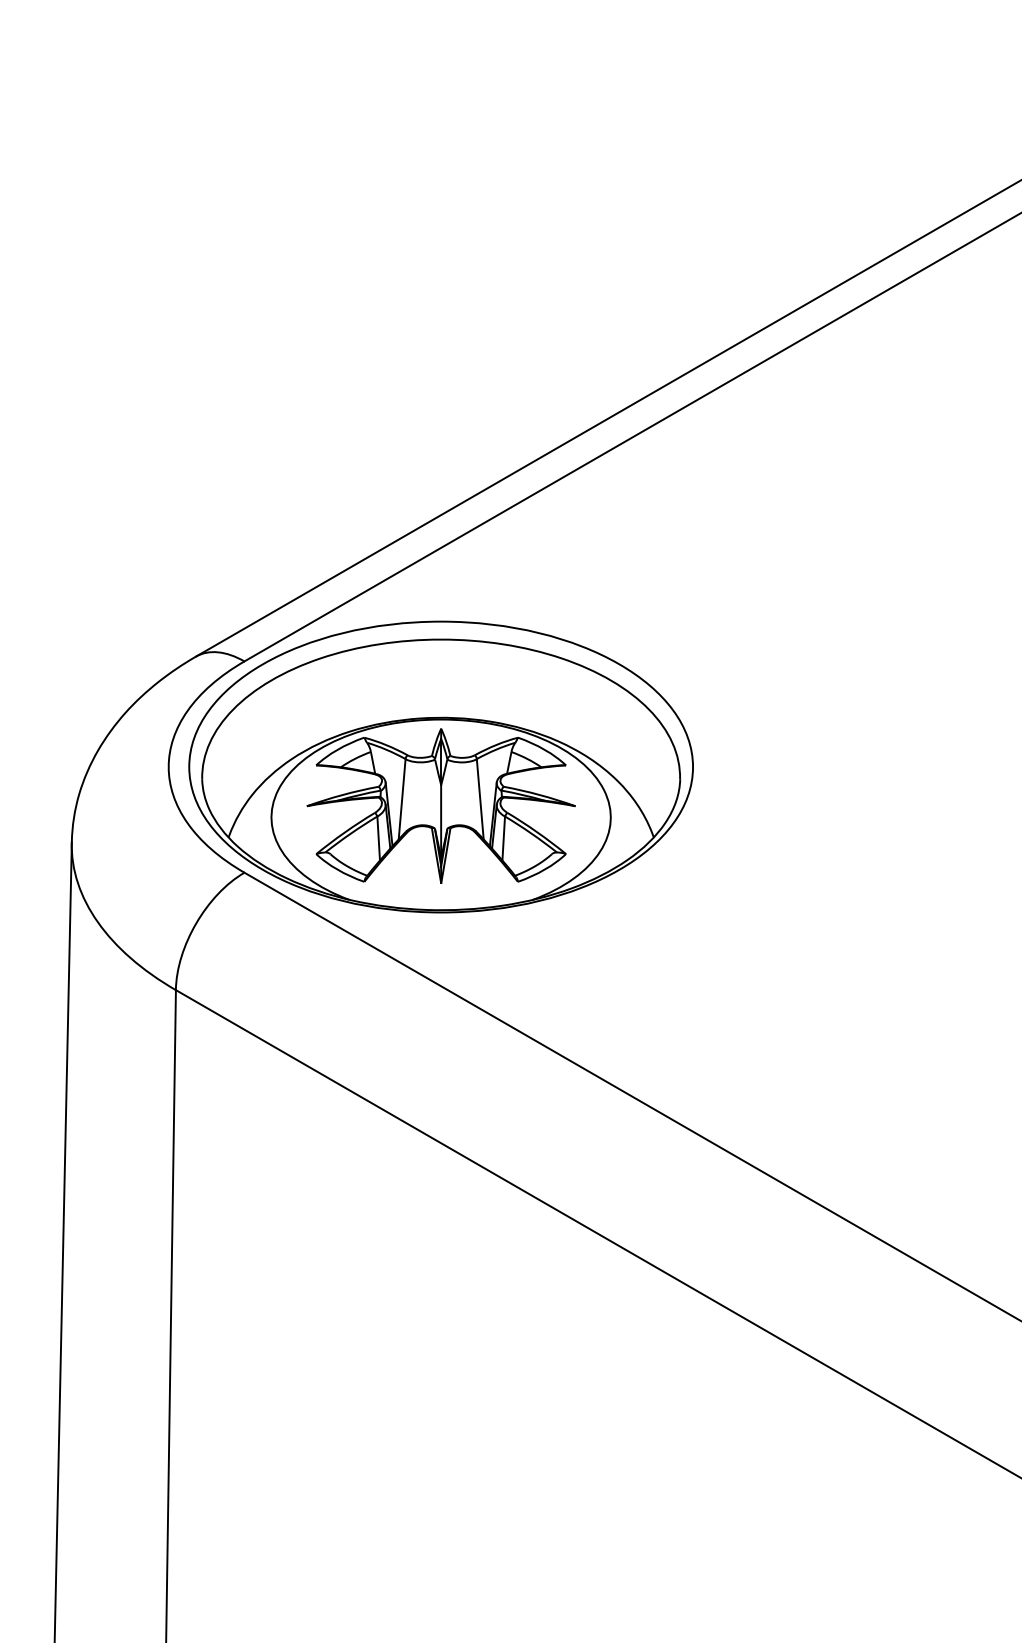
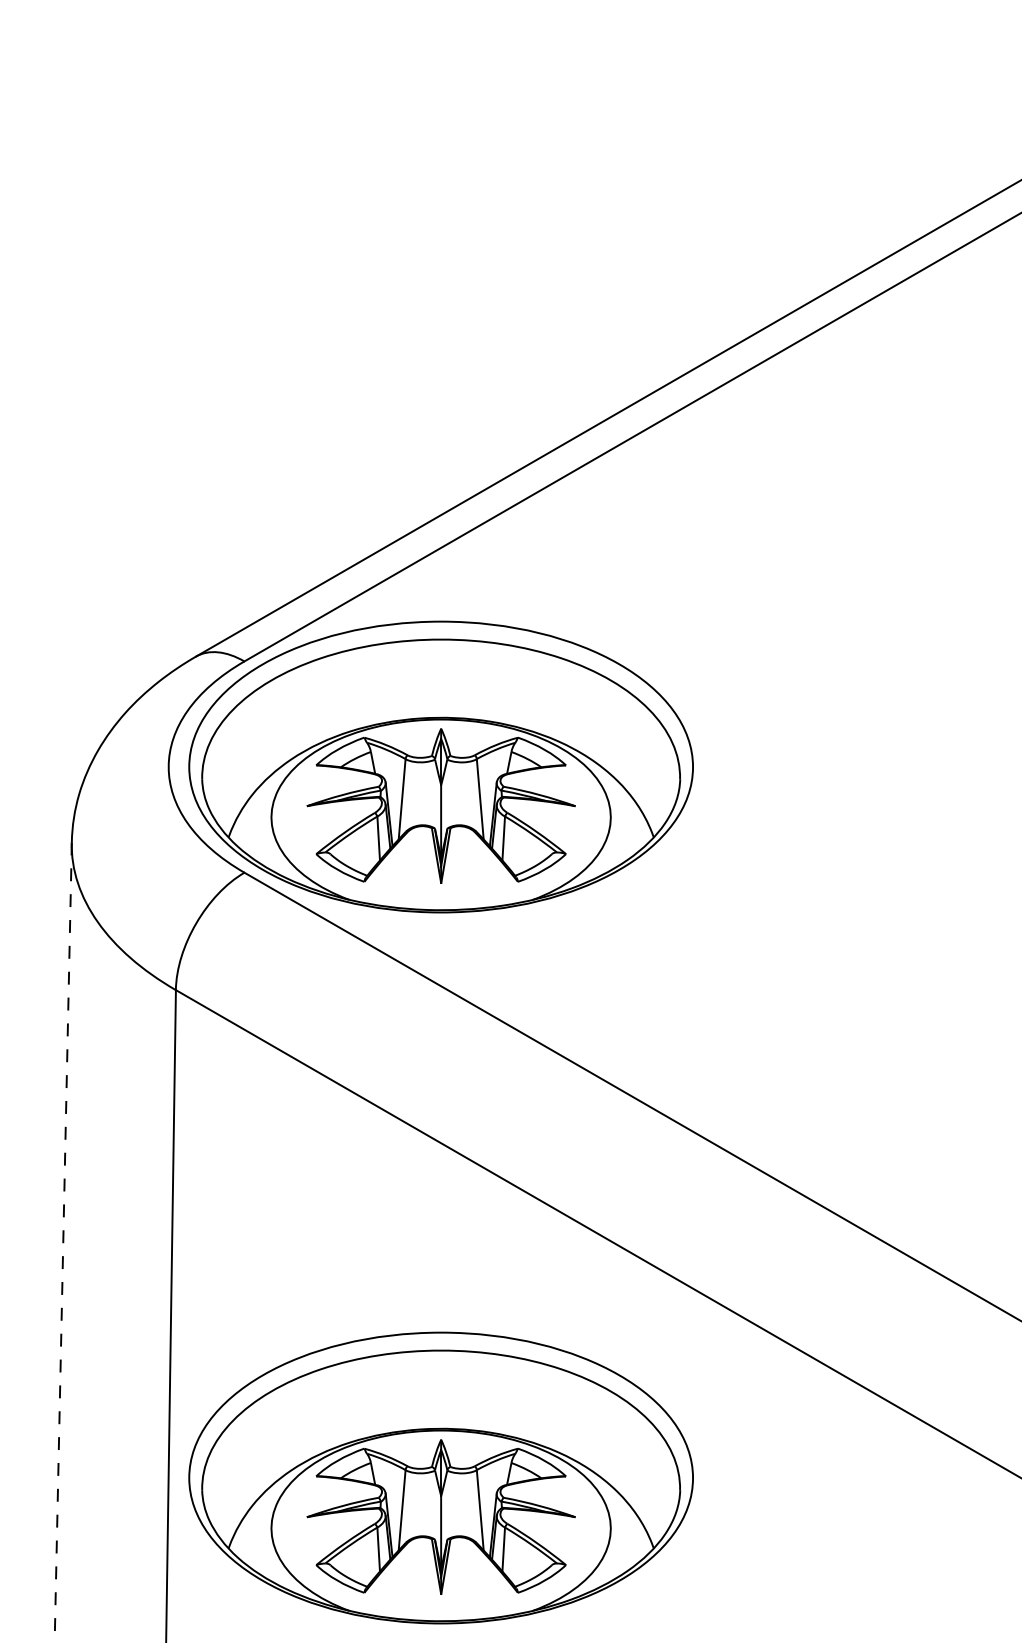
line at (63, 1243): solid -> dashed
part at (440, 1477): none -> present
